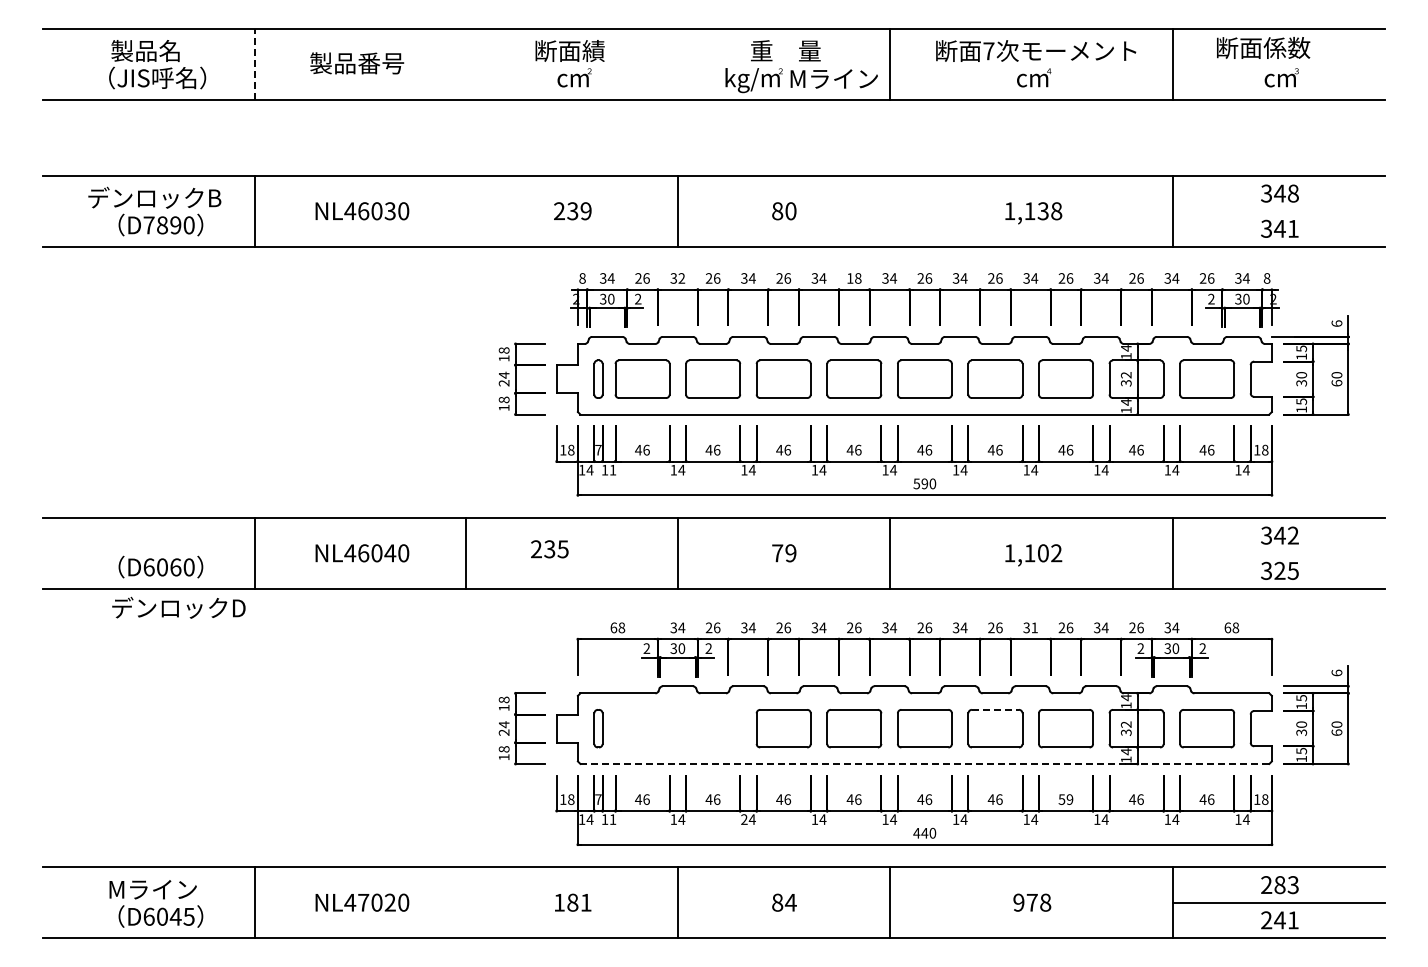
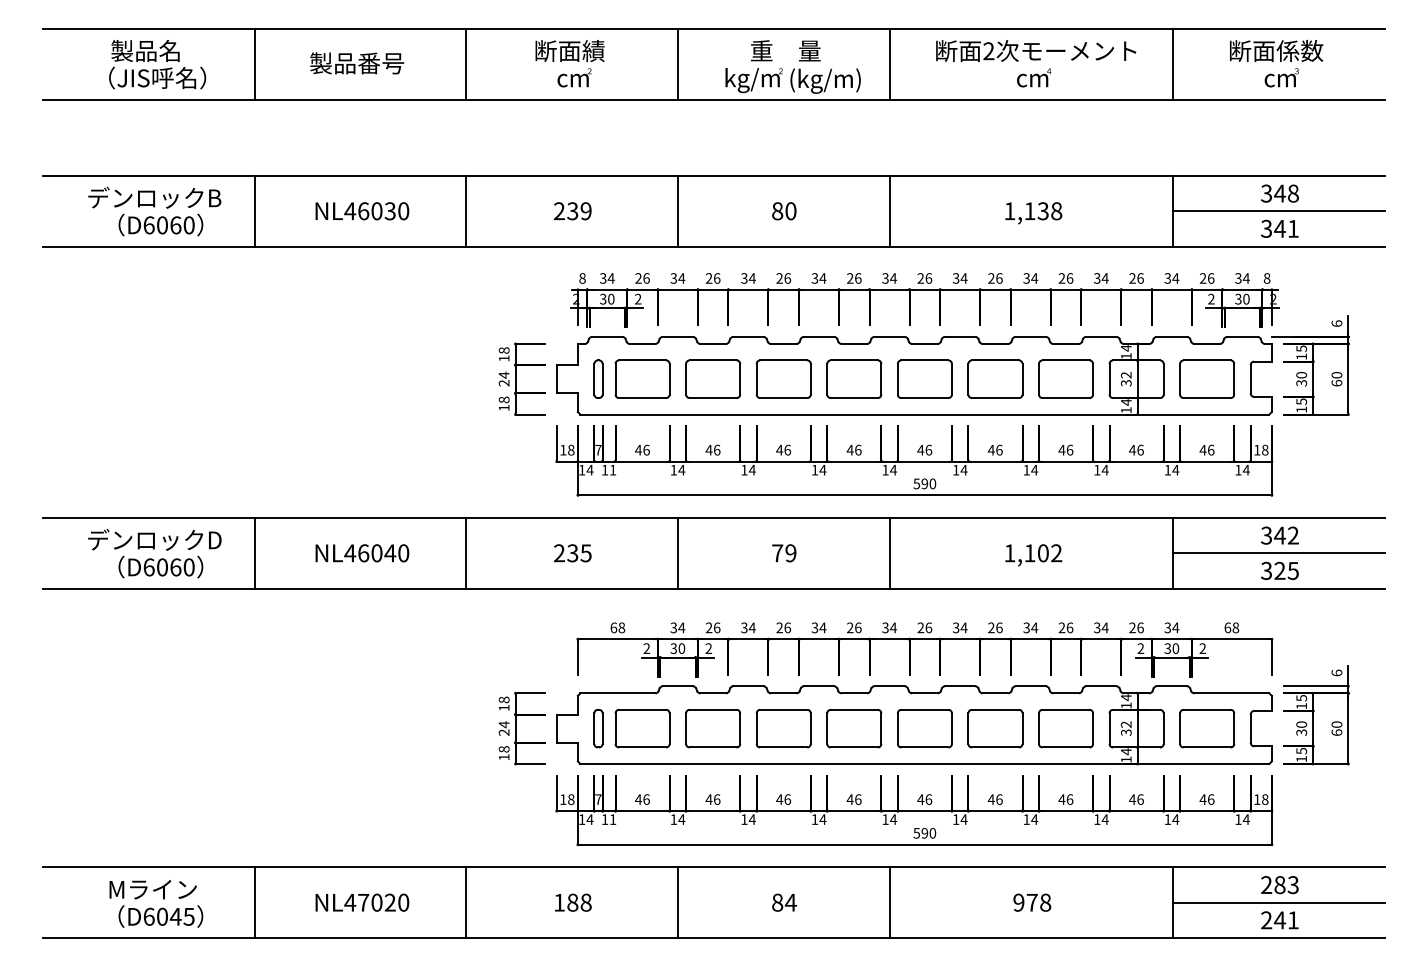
text at (1263, 47) position: (1263, 47) -> (1276, 50)
text at (988, 51): 7 -> 2
line at (254, 63): dashed -> solid
line at (466, 63): none -> present
line at (677, 63): none -> present
text at (833, 80): Mライン -> (kg/m)
line at (466, 210): none -> present
line at (889, 210): none -> present
line at (1279, 211): none -> present
text at (162, 225): D7890 -> D6060
text at (681, 278): 32 -> 34
text at (854, 278): 18 -> 26
text at (549, 549) position: (549, 549) -> (572, 553)
line at (1279, 553): none -> present
text at (178, 607) position: (178, 607) -> (154, 539)
text at (1034, 627): 31 -> 34
line at (995, 709): dashed -> solid
part at (642, 728): none -> present
part at (713, 728): none -> present
line at (925, 763): dashed -> solid
text at (1065, 799): 59 -> 46
text at (744, 819): 24 -> 14
text at (920, 832): 440 -> 590
line at (466, 902): none -> present
text at (585, 902): 181 -> 188
